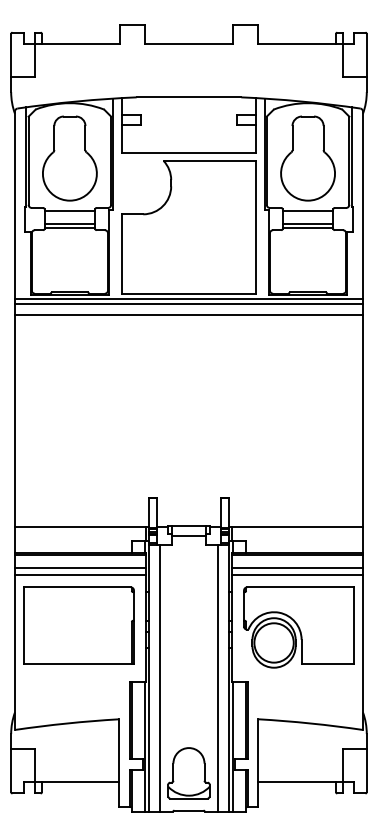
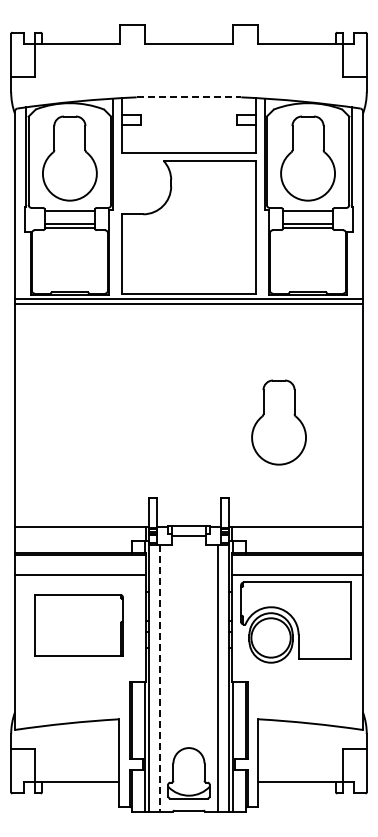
line at (189, 97): solid -> dashed
line at (188, 314): present -> none
part at (278, 422): none -> present
line at (80, 568): present -> none
line at (296, 568): present -> none
part at (78, 625) size: 112x79 px -> 90x63 px
part at (298, 627) position: (298, 627) -> (295, 622)
line at (160, 678): solid -> dashed
